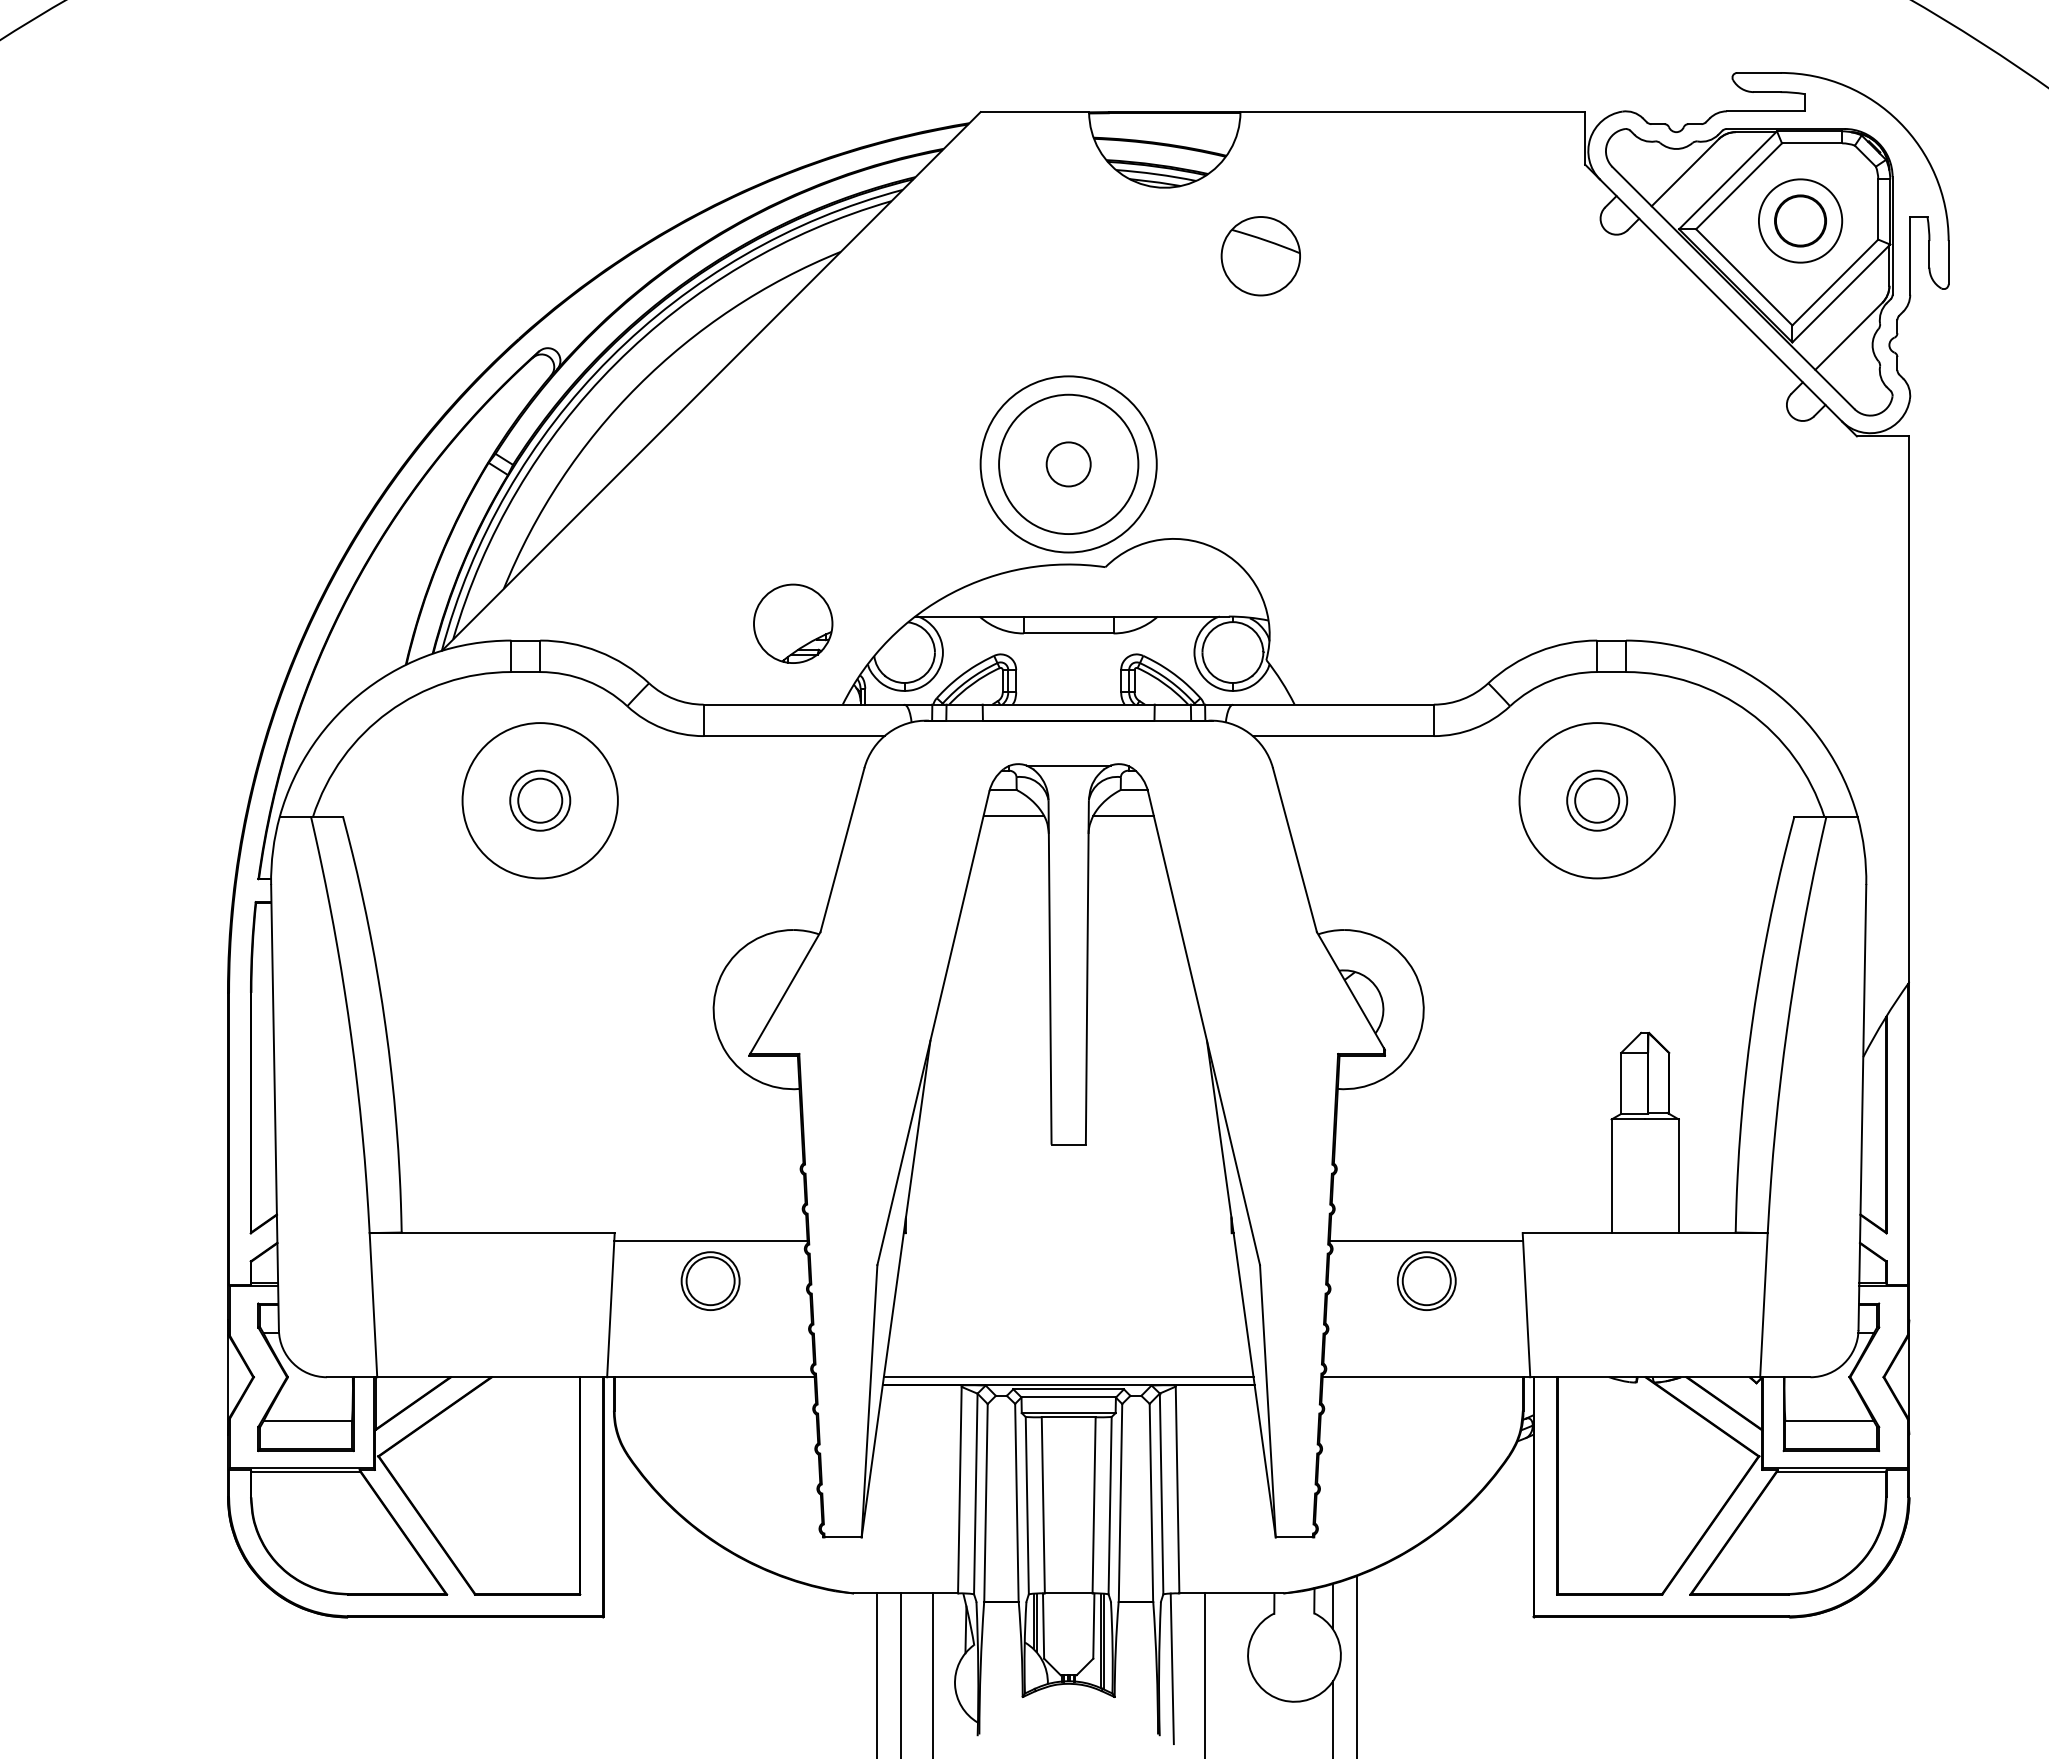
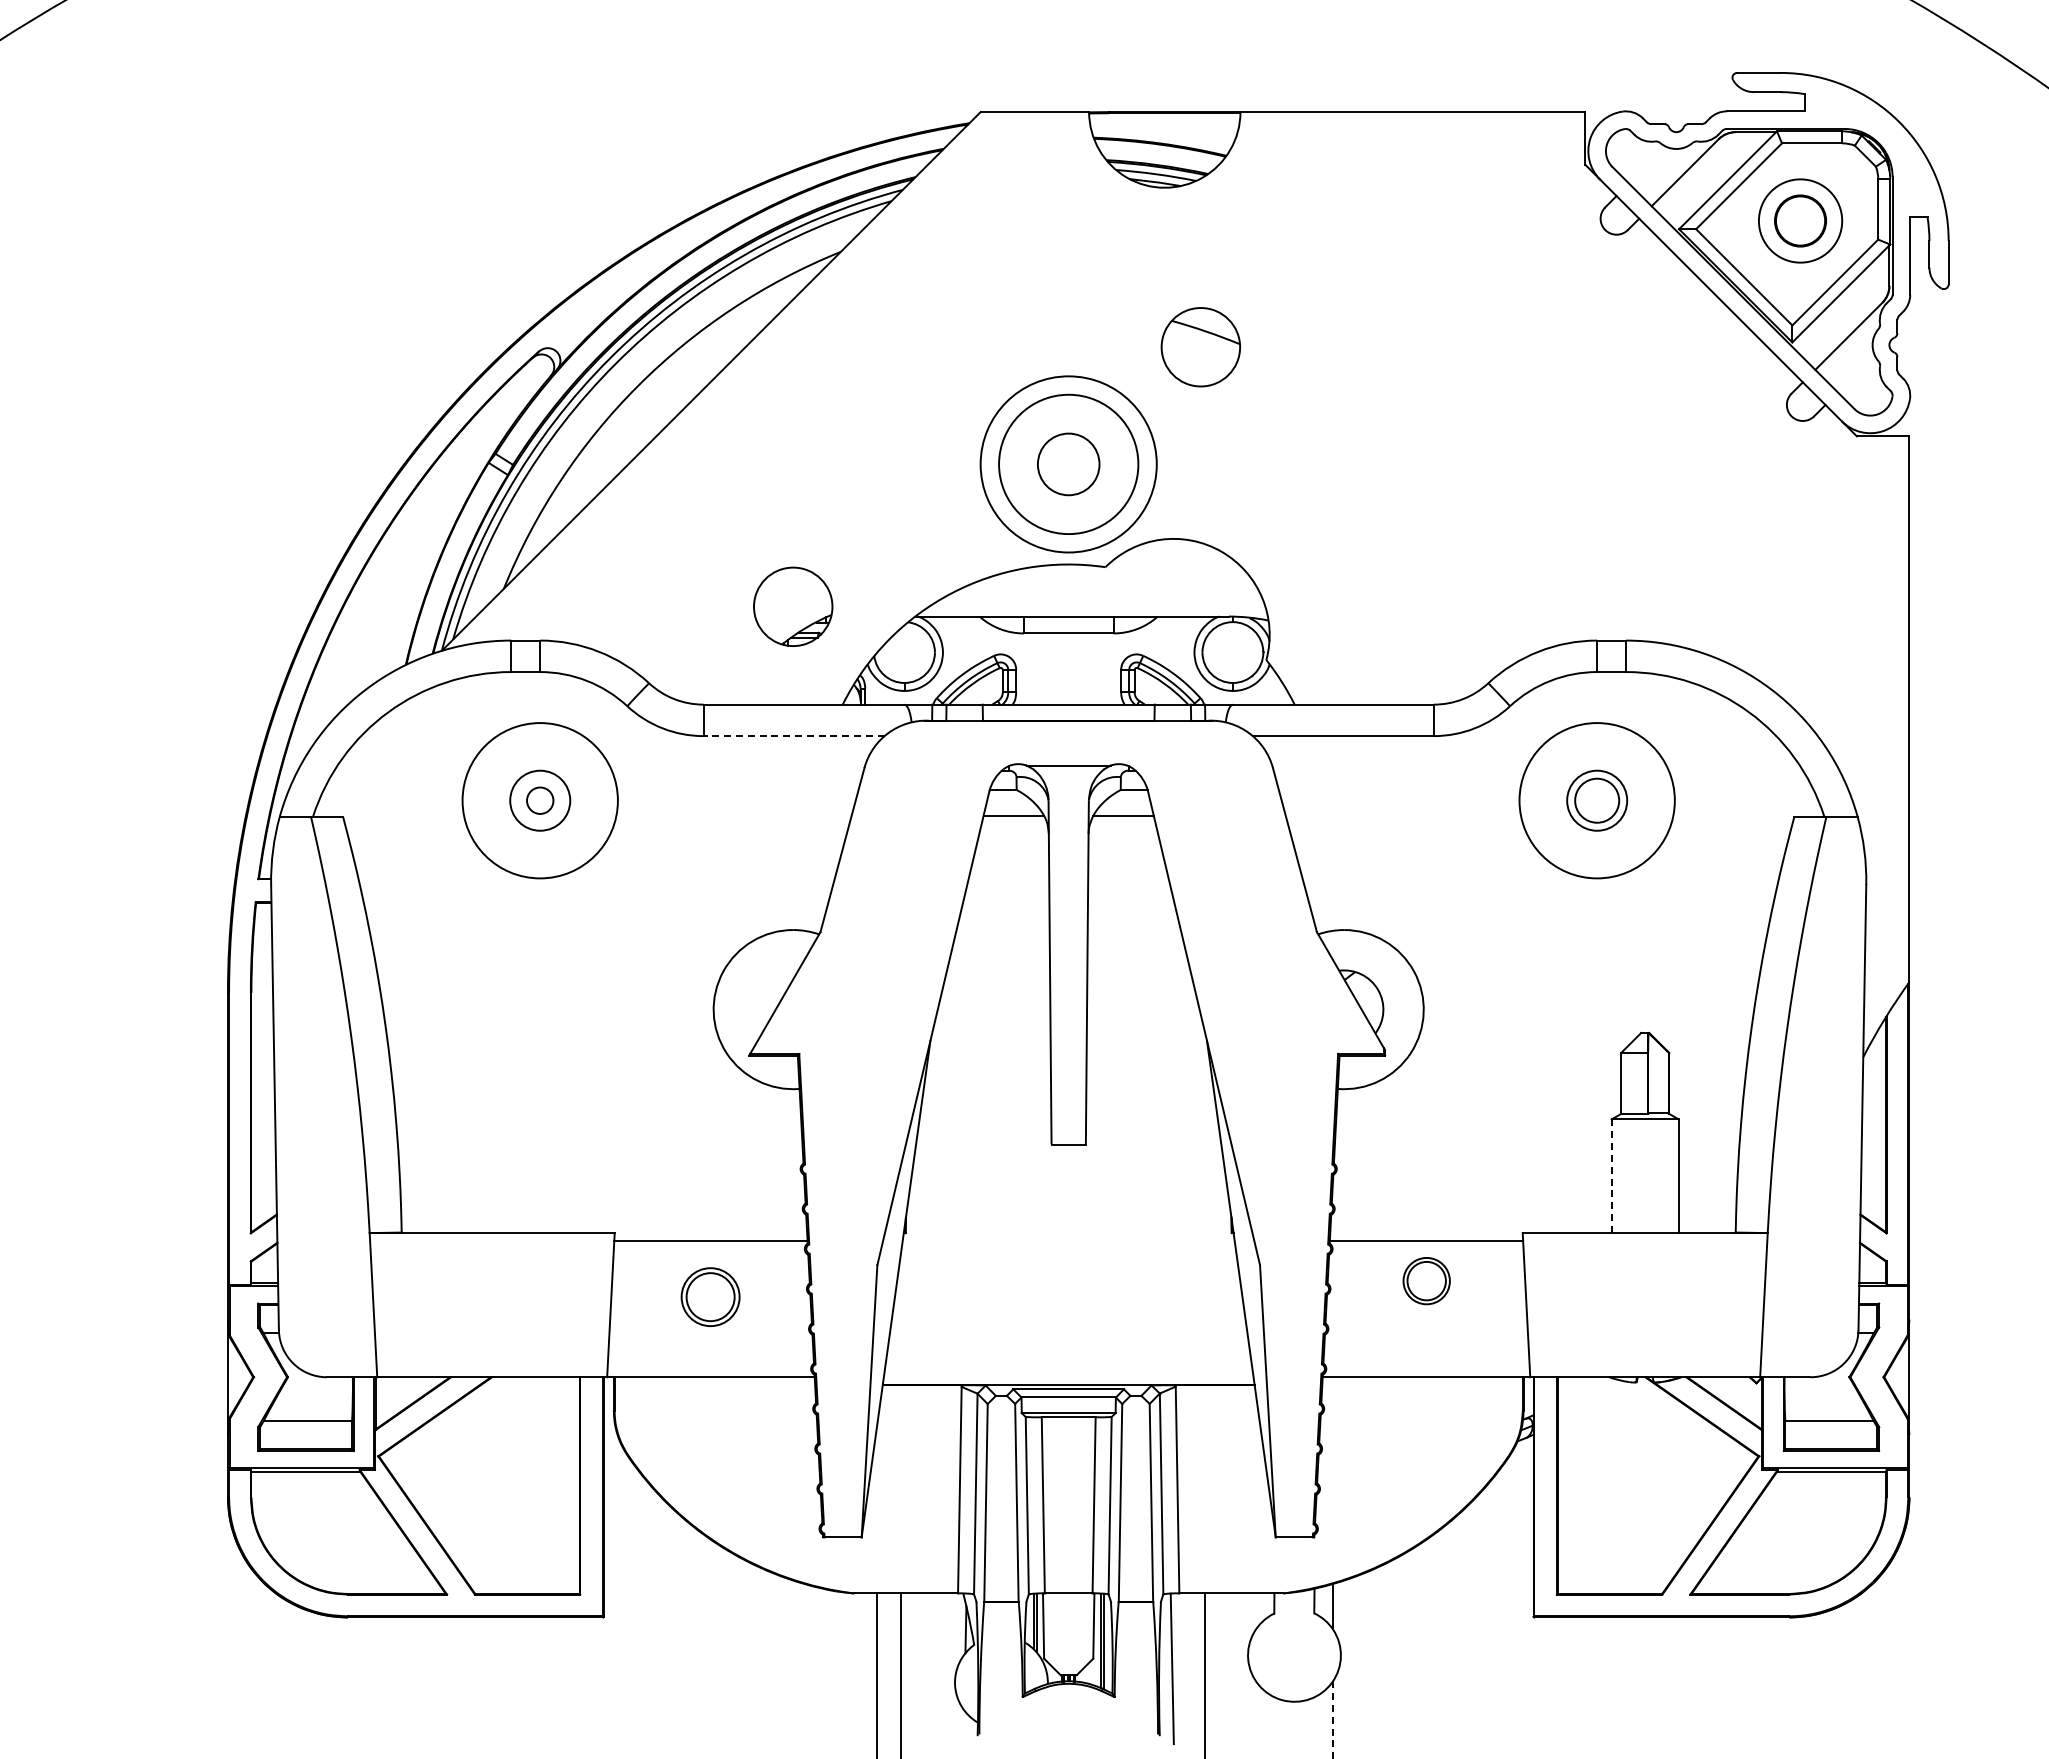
part at (1260, 256) position: (1260, 256) -> (1200, 347)
circle at (1068, 464) diameter: 44 px -> 62 px
part at (793, 623) position: (793, 623) -> (793, 606)
line at (794, 736): solid -> dashed
circle at (540, 800) diameter: 44 px -> 26 px
line at (1611, 1176): solid -> dashed
part at (710, 1280) position: (710, 1280) -> (710, 1296)
part at (1426, 1280) size: 61x60 px -> 49x49 px
line at (1068, 1377): present -> none
line at (1356, 1665): present -> none
line at (932, 1674): present -> none
line at (1332, 1720): solid -> dashed
